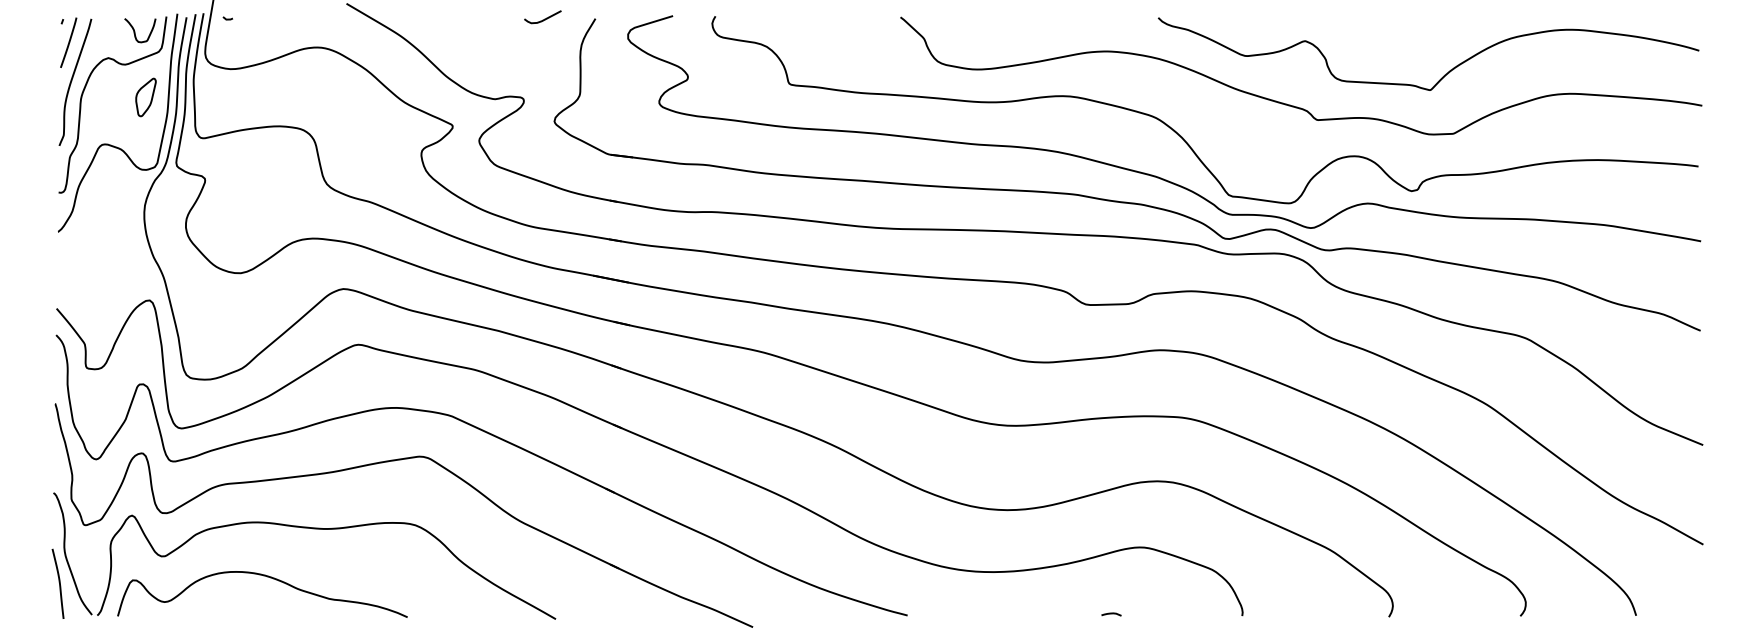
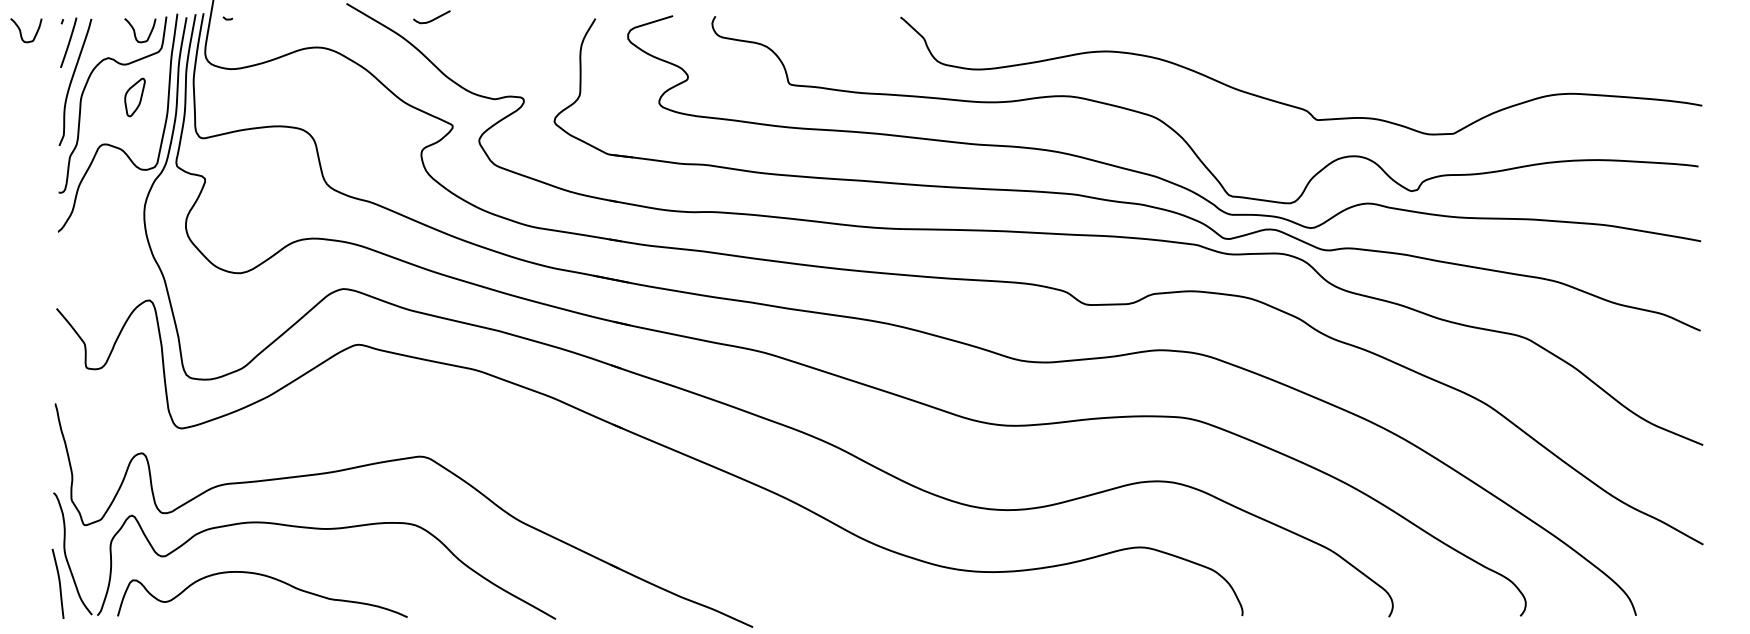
curve at (542, 19) position: (542, 19) -> (431, 19)
curve at (21, 31): none -> present
curve at (1444, 74): present -> none
part at (145, 97) position: (145, 97) -> (134, 97)
part at (499, 439): present -> none
curve at (1111, 614): present -> none
